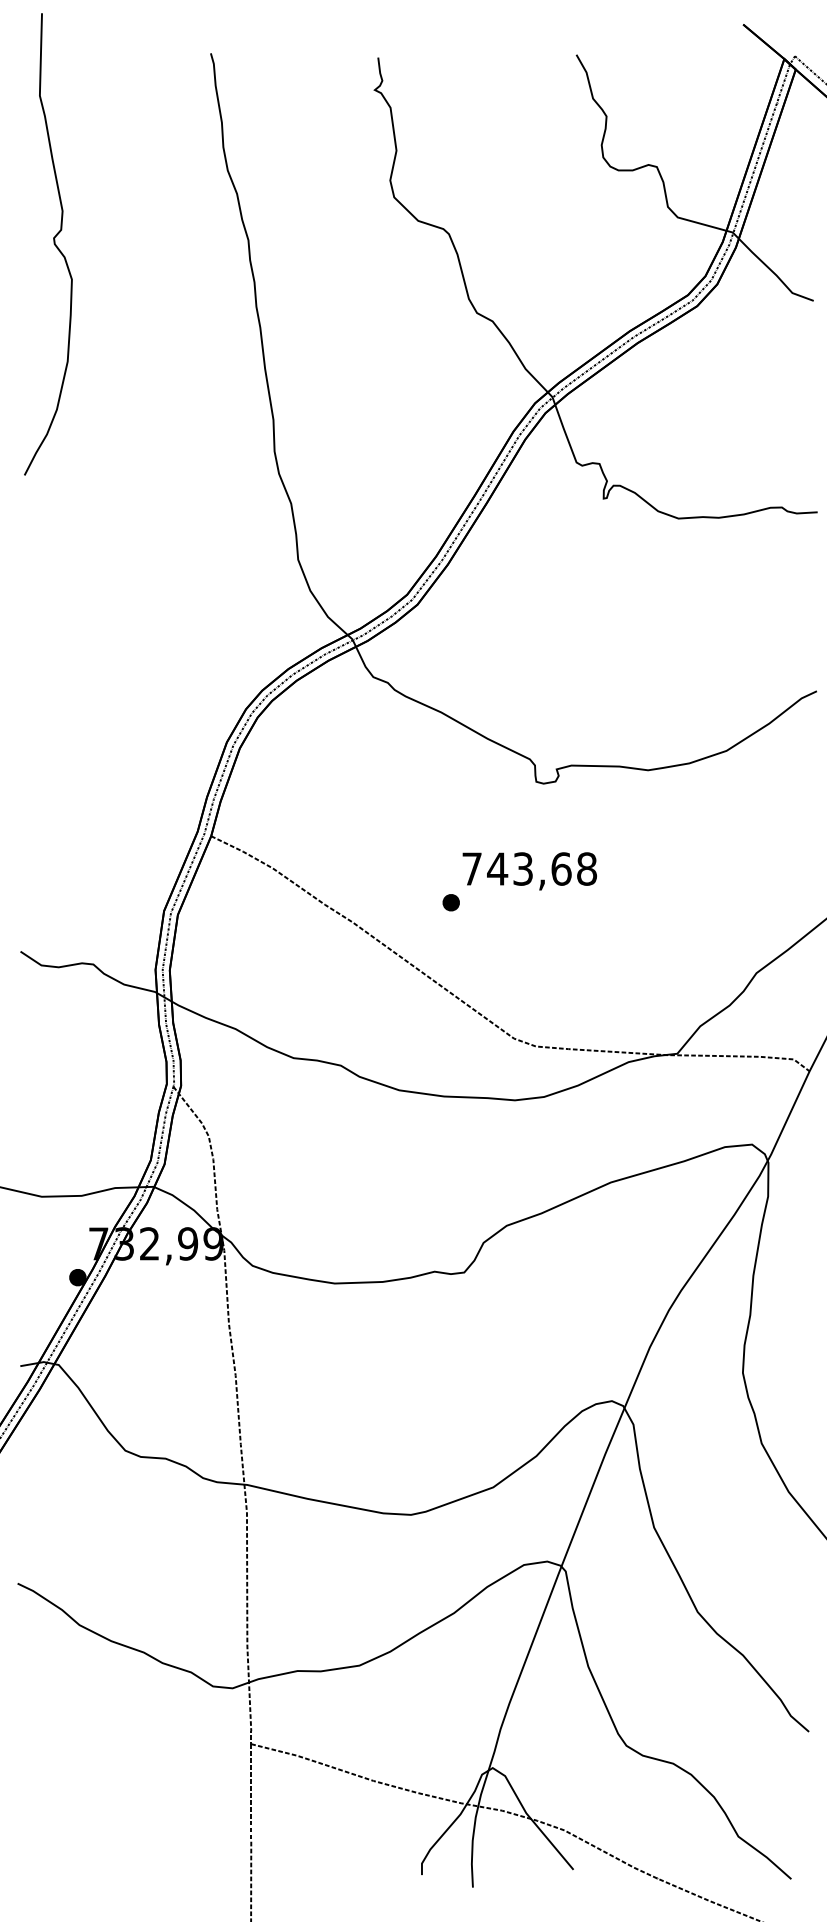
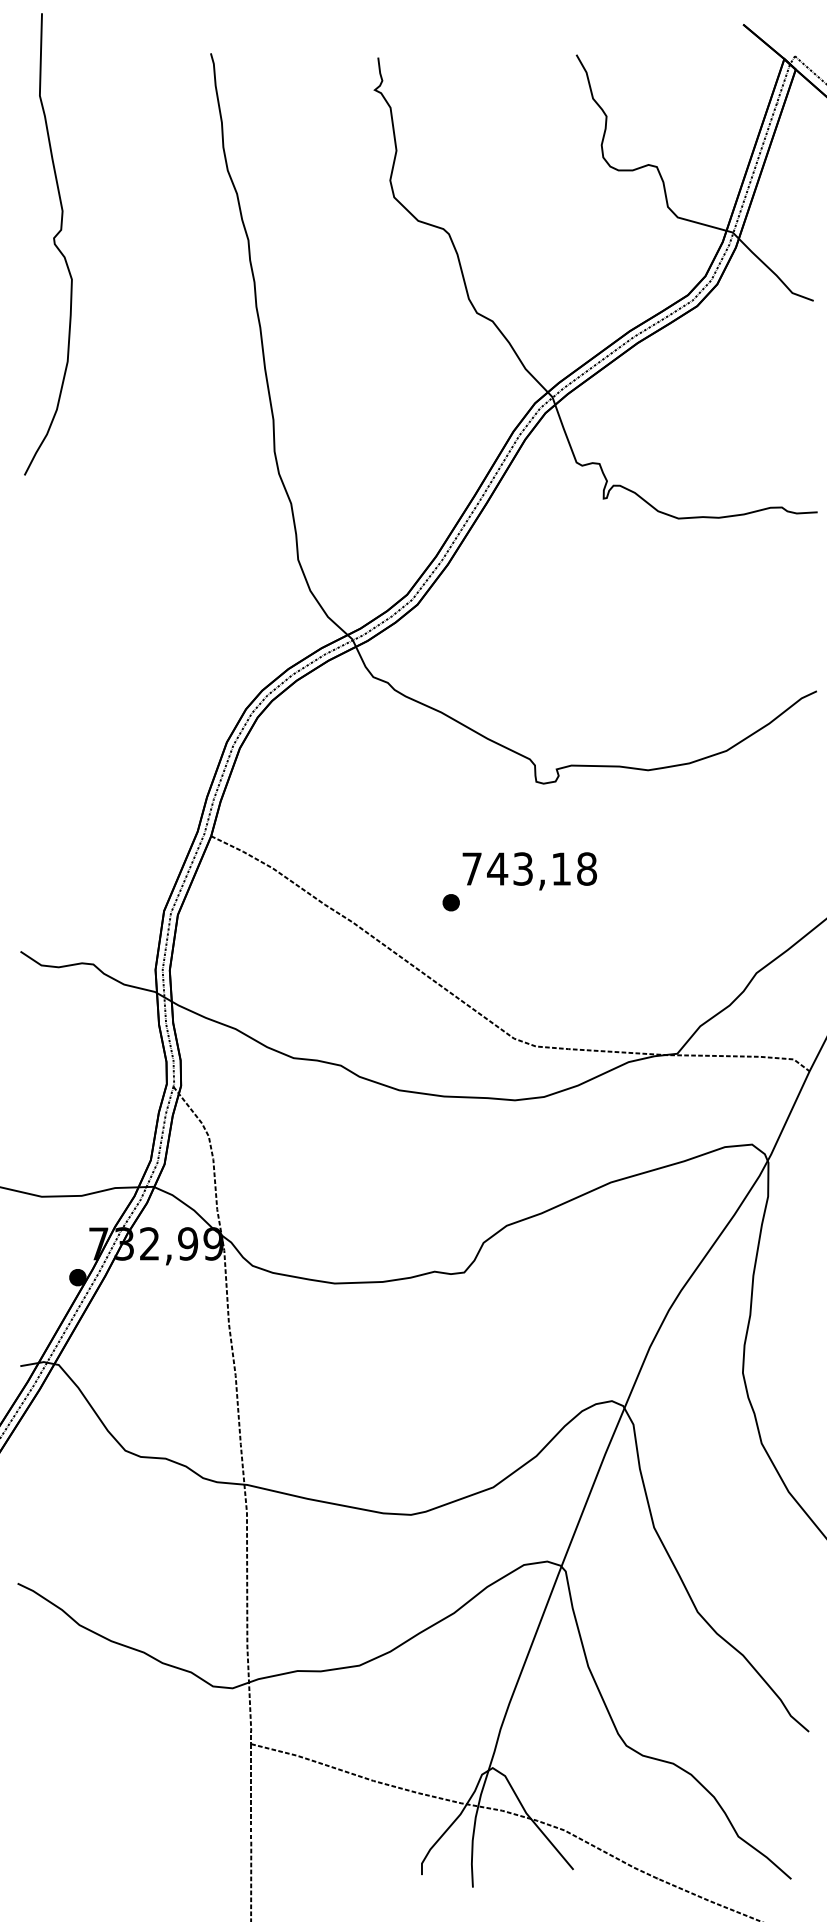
text at (561, 868): 743,68 -> 743,18
